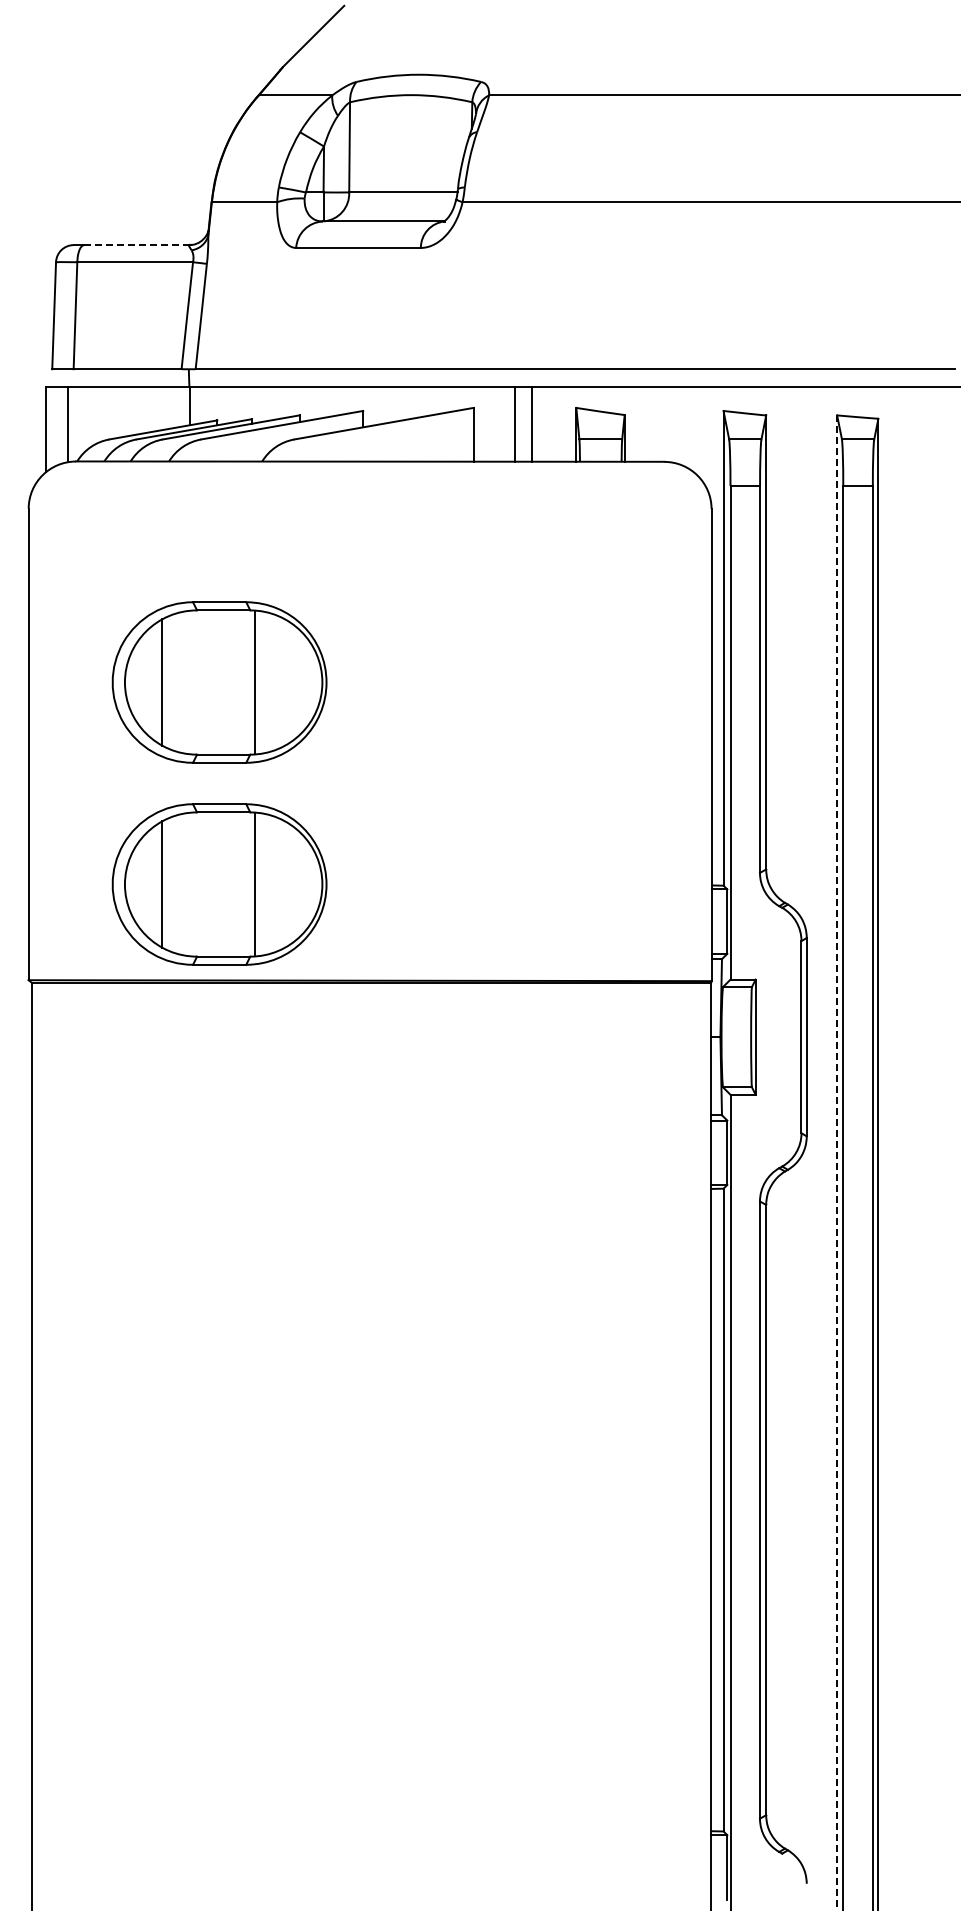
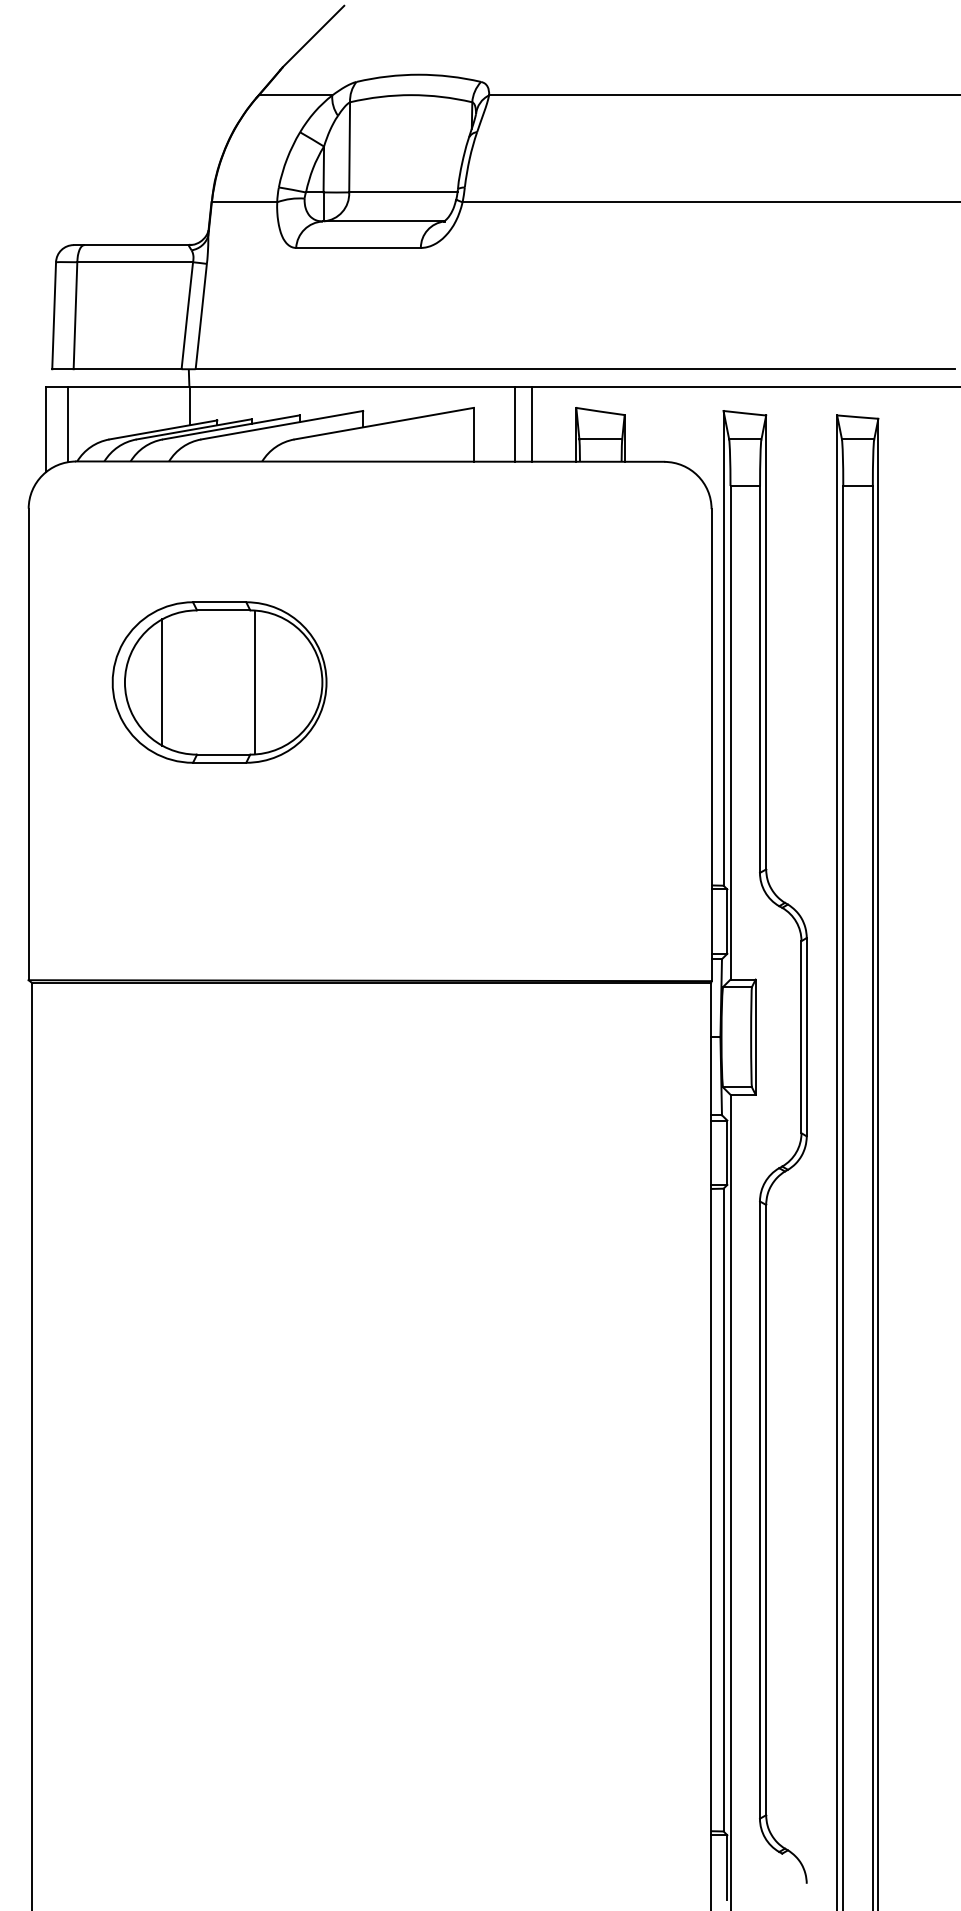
line at (137, 245): dashed -> solid
part at (219, 884): present -> none
line at (837, 1163): dashed -> solid
